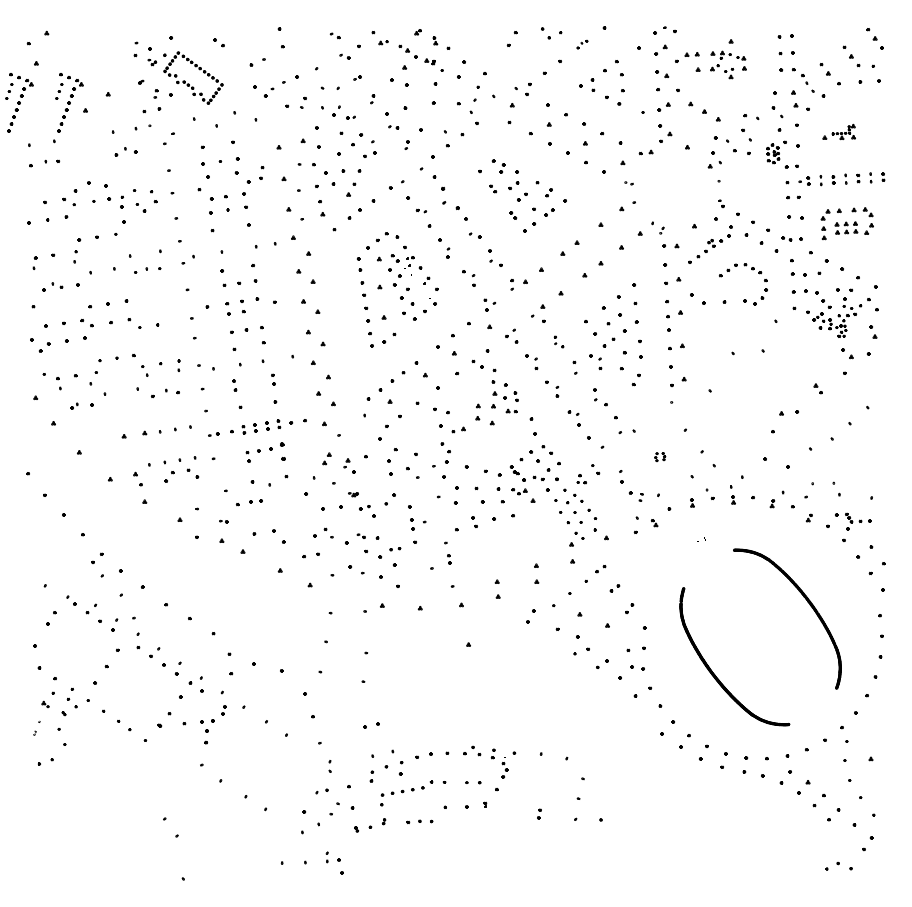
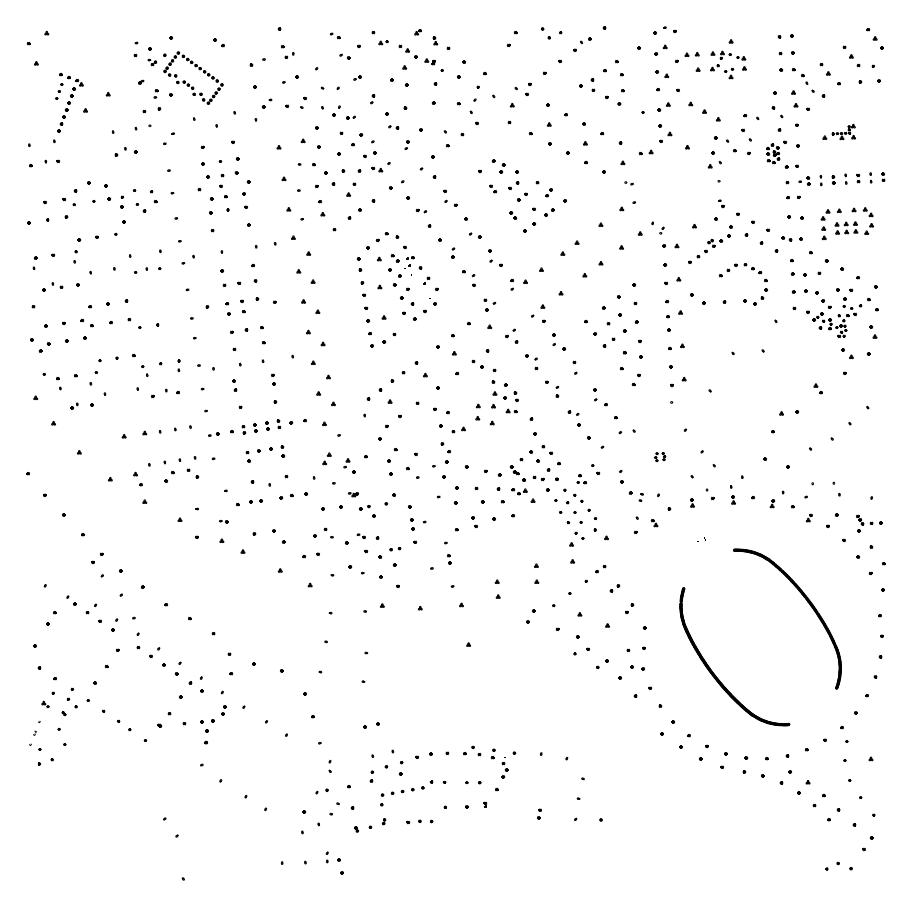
part at (582, 44) size: 13x11 px -> 19x15 px
part at (289, 55): none -> present
part at (269, 92) position: (269, 92) -> (267, 103)
part at (19, 102): present -> none
part at (380, 167): none -> present
part at (261, 172) position: (261, 172) -> (221, 180)
part at (450, 197) size: 19x24 px -> 15x18 px
part at (448, 252) position: (448, 252) -> (453, 252)
part at (558, 341) size: 12x14 px -> 14x18 px
part at (595, 362): present -> none
part at (282, 451) size: 6x19 px -> 6x13 px
part at (286, 496): none -> present
part at (858, 521) position: (858, 521) -> (869, 523)
part at (35, 746): none -> present
